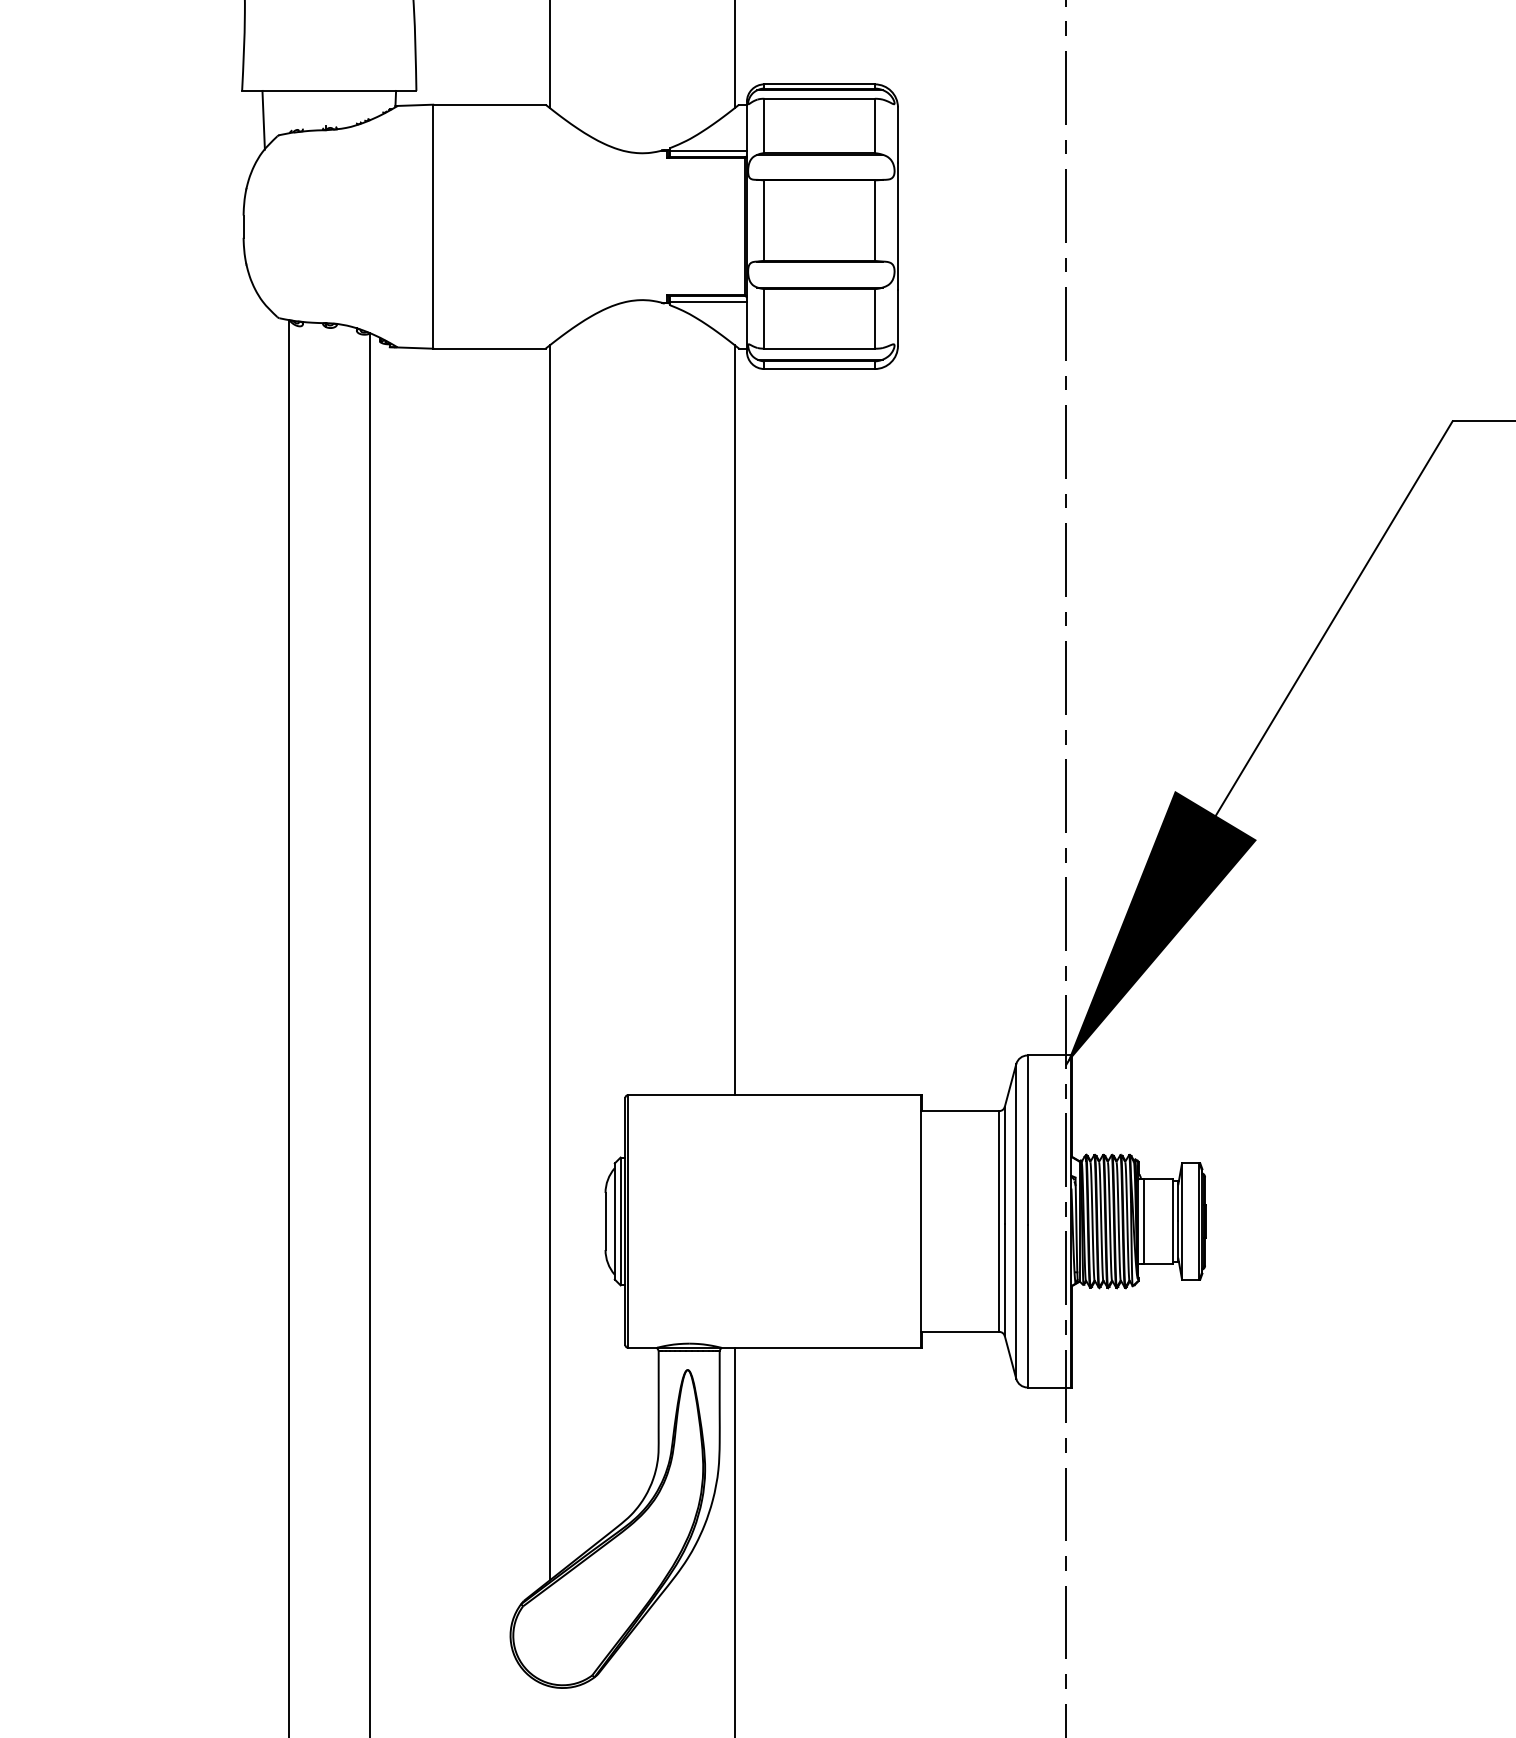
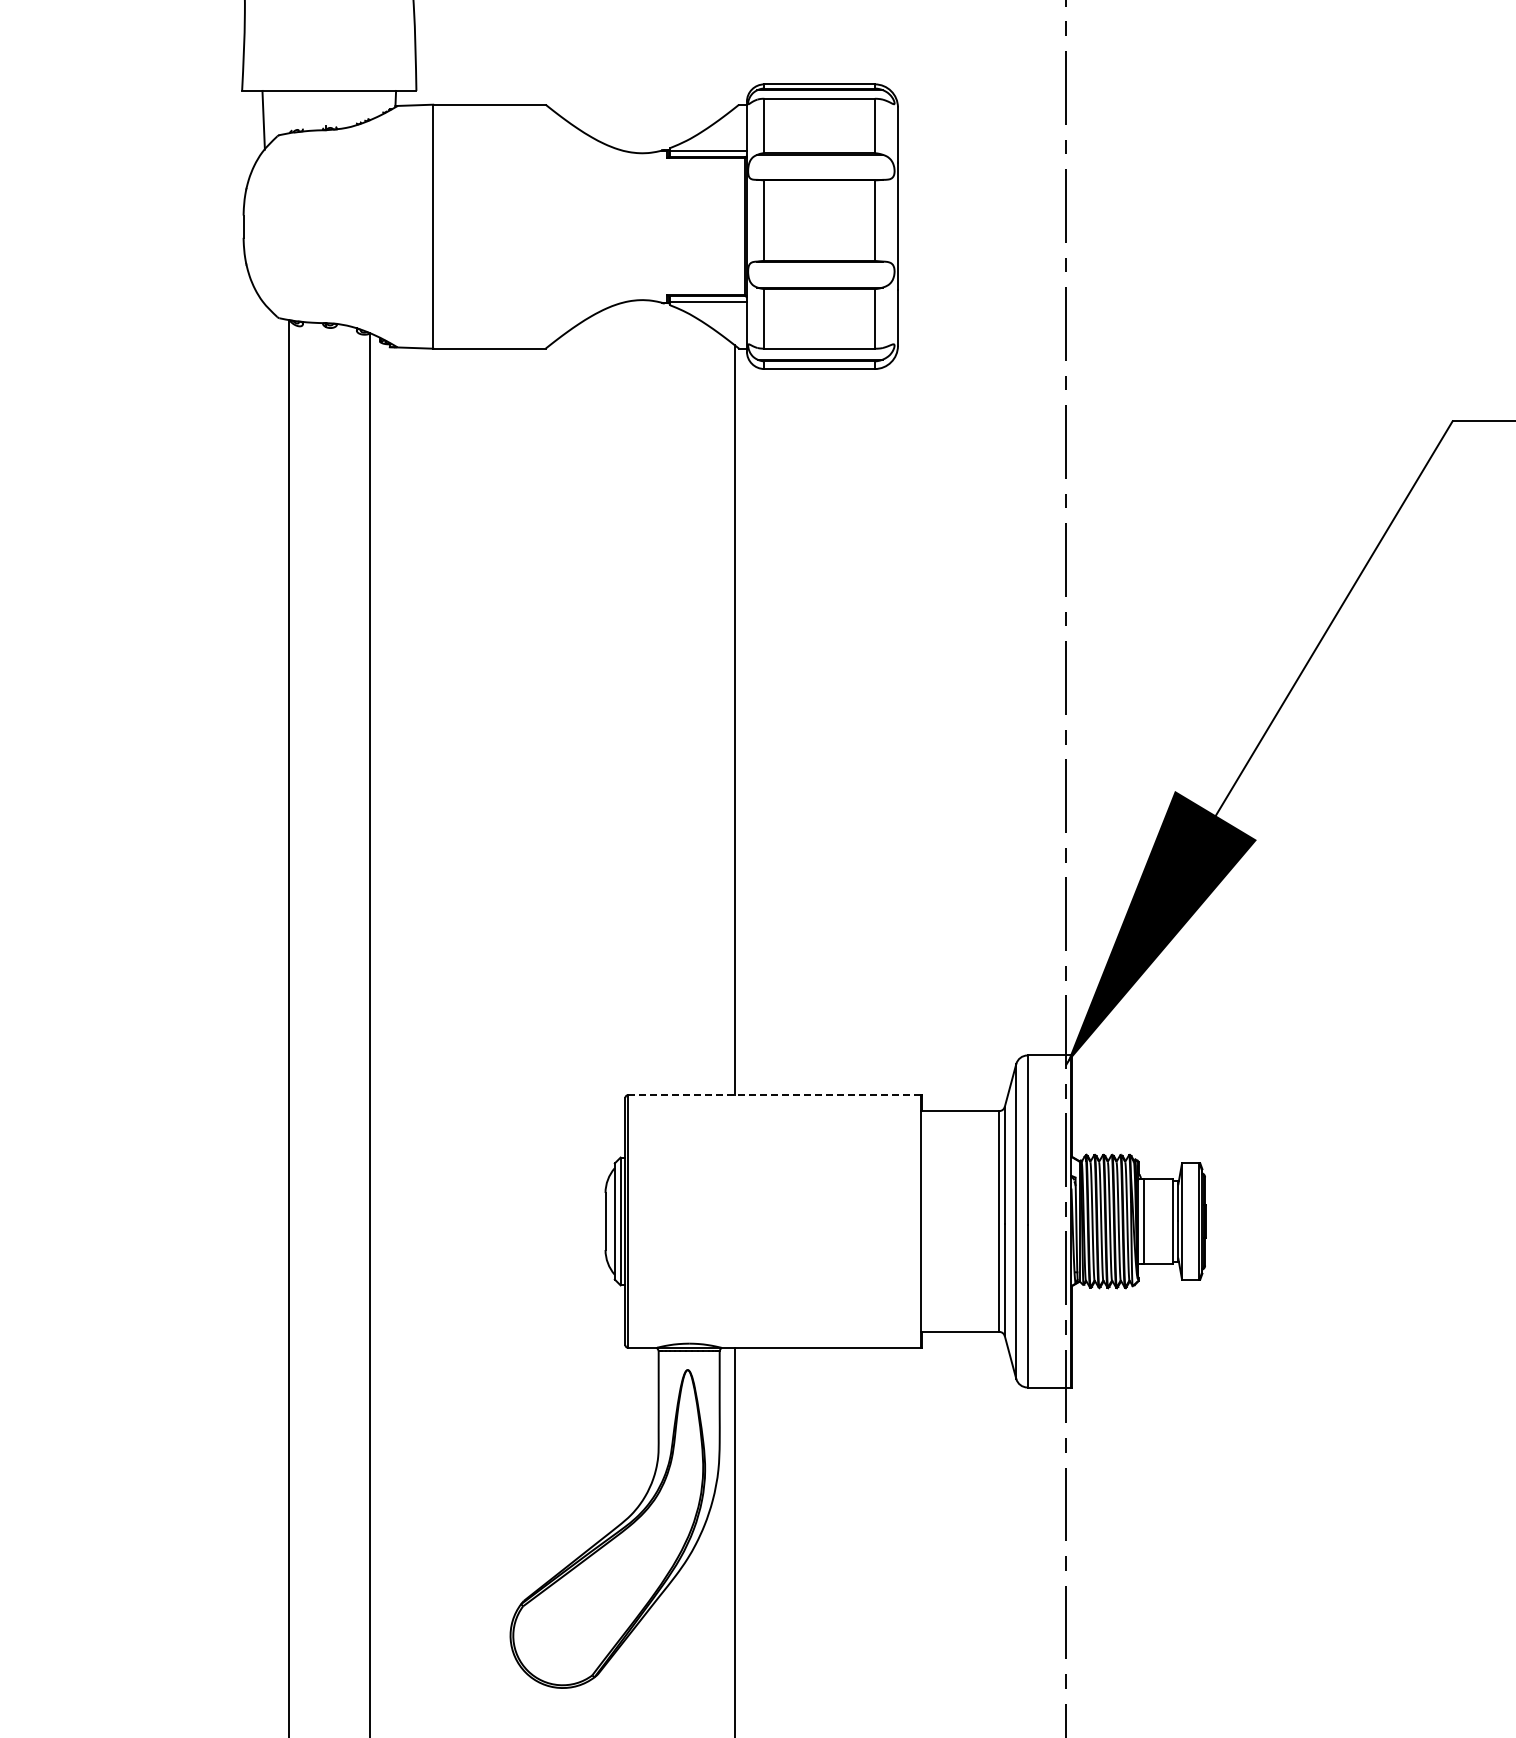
line at (550, 55): present -> none
line at (734, 55): present -> none
line at (550, 962): present -> none
line at (774, 1095): solid -> dashed
